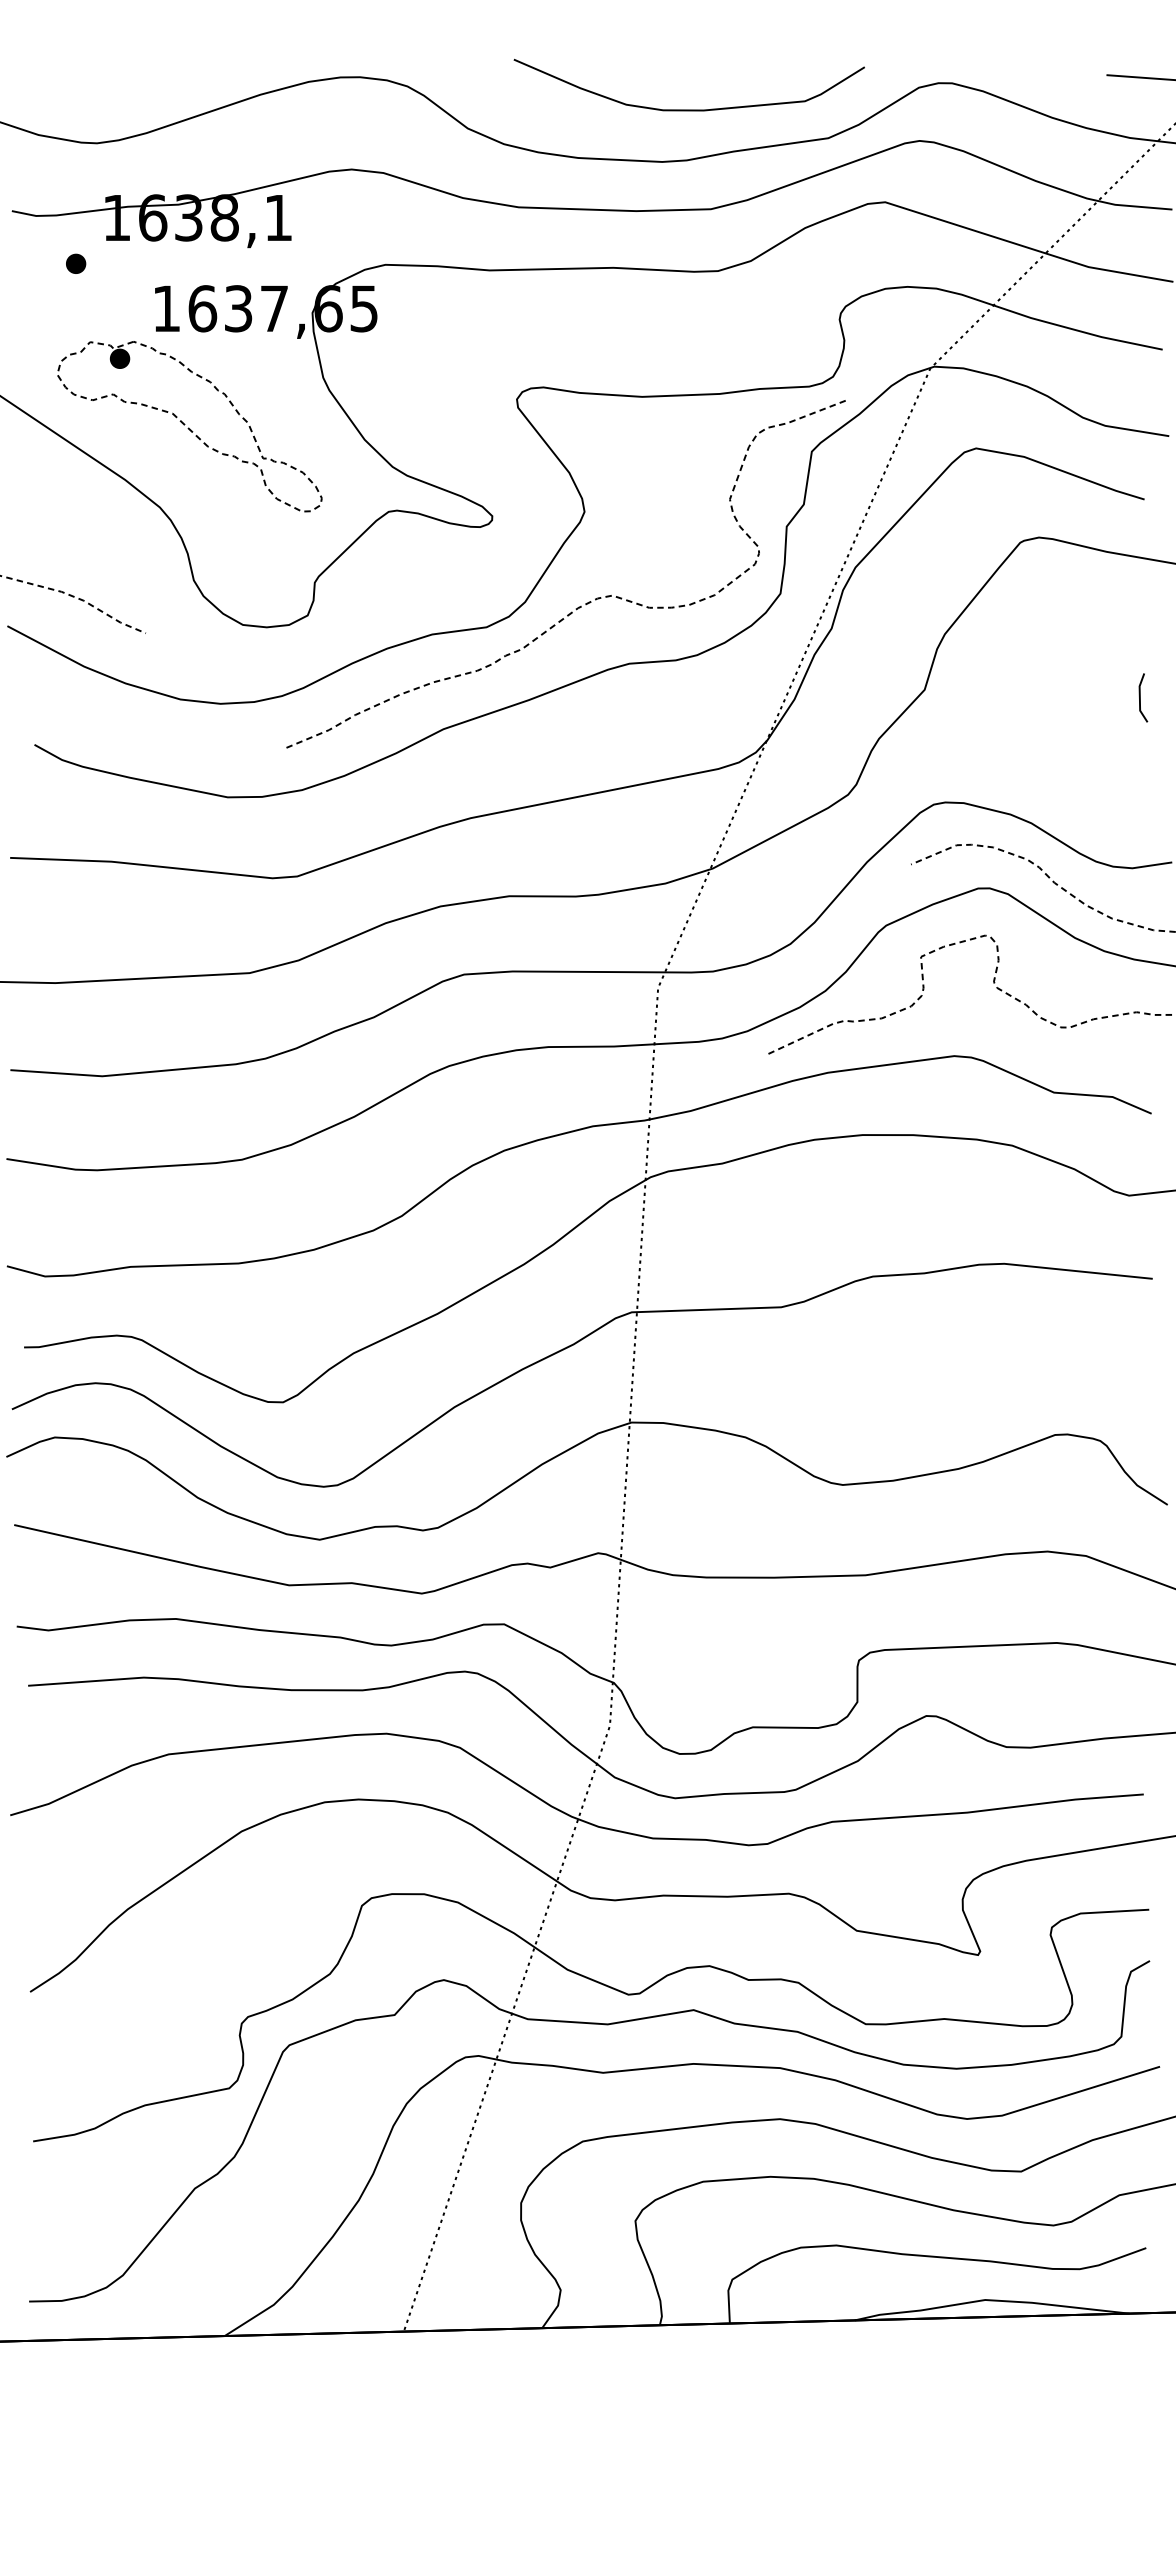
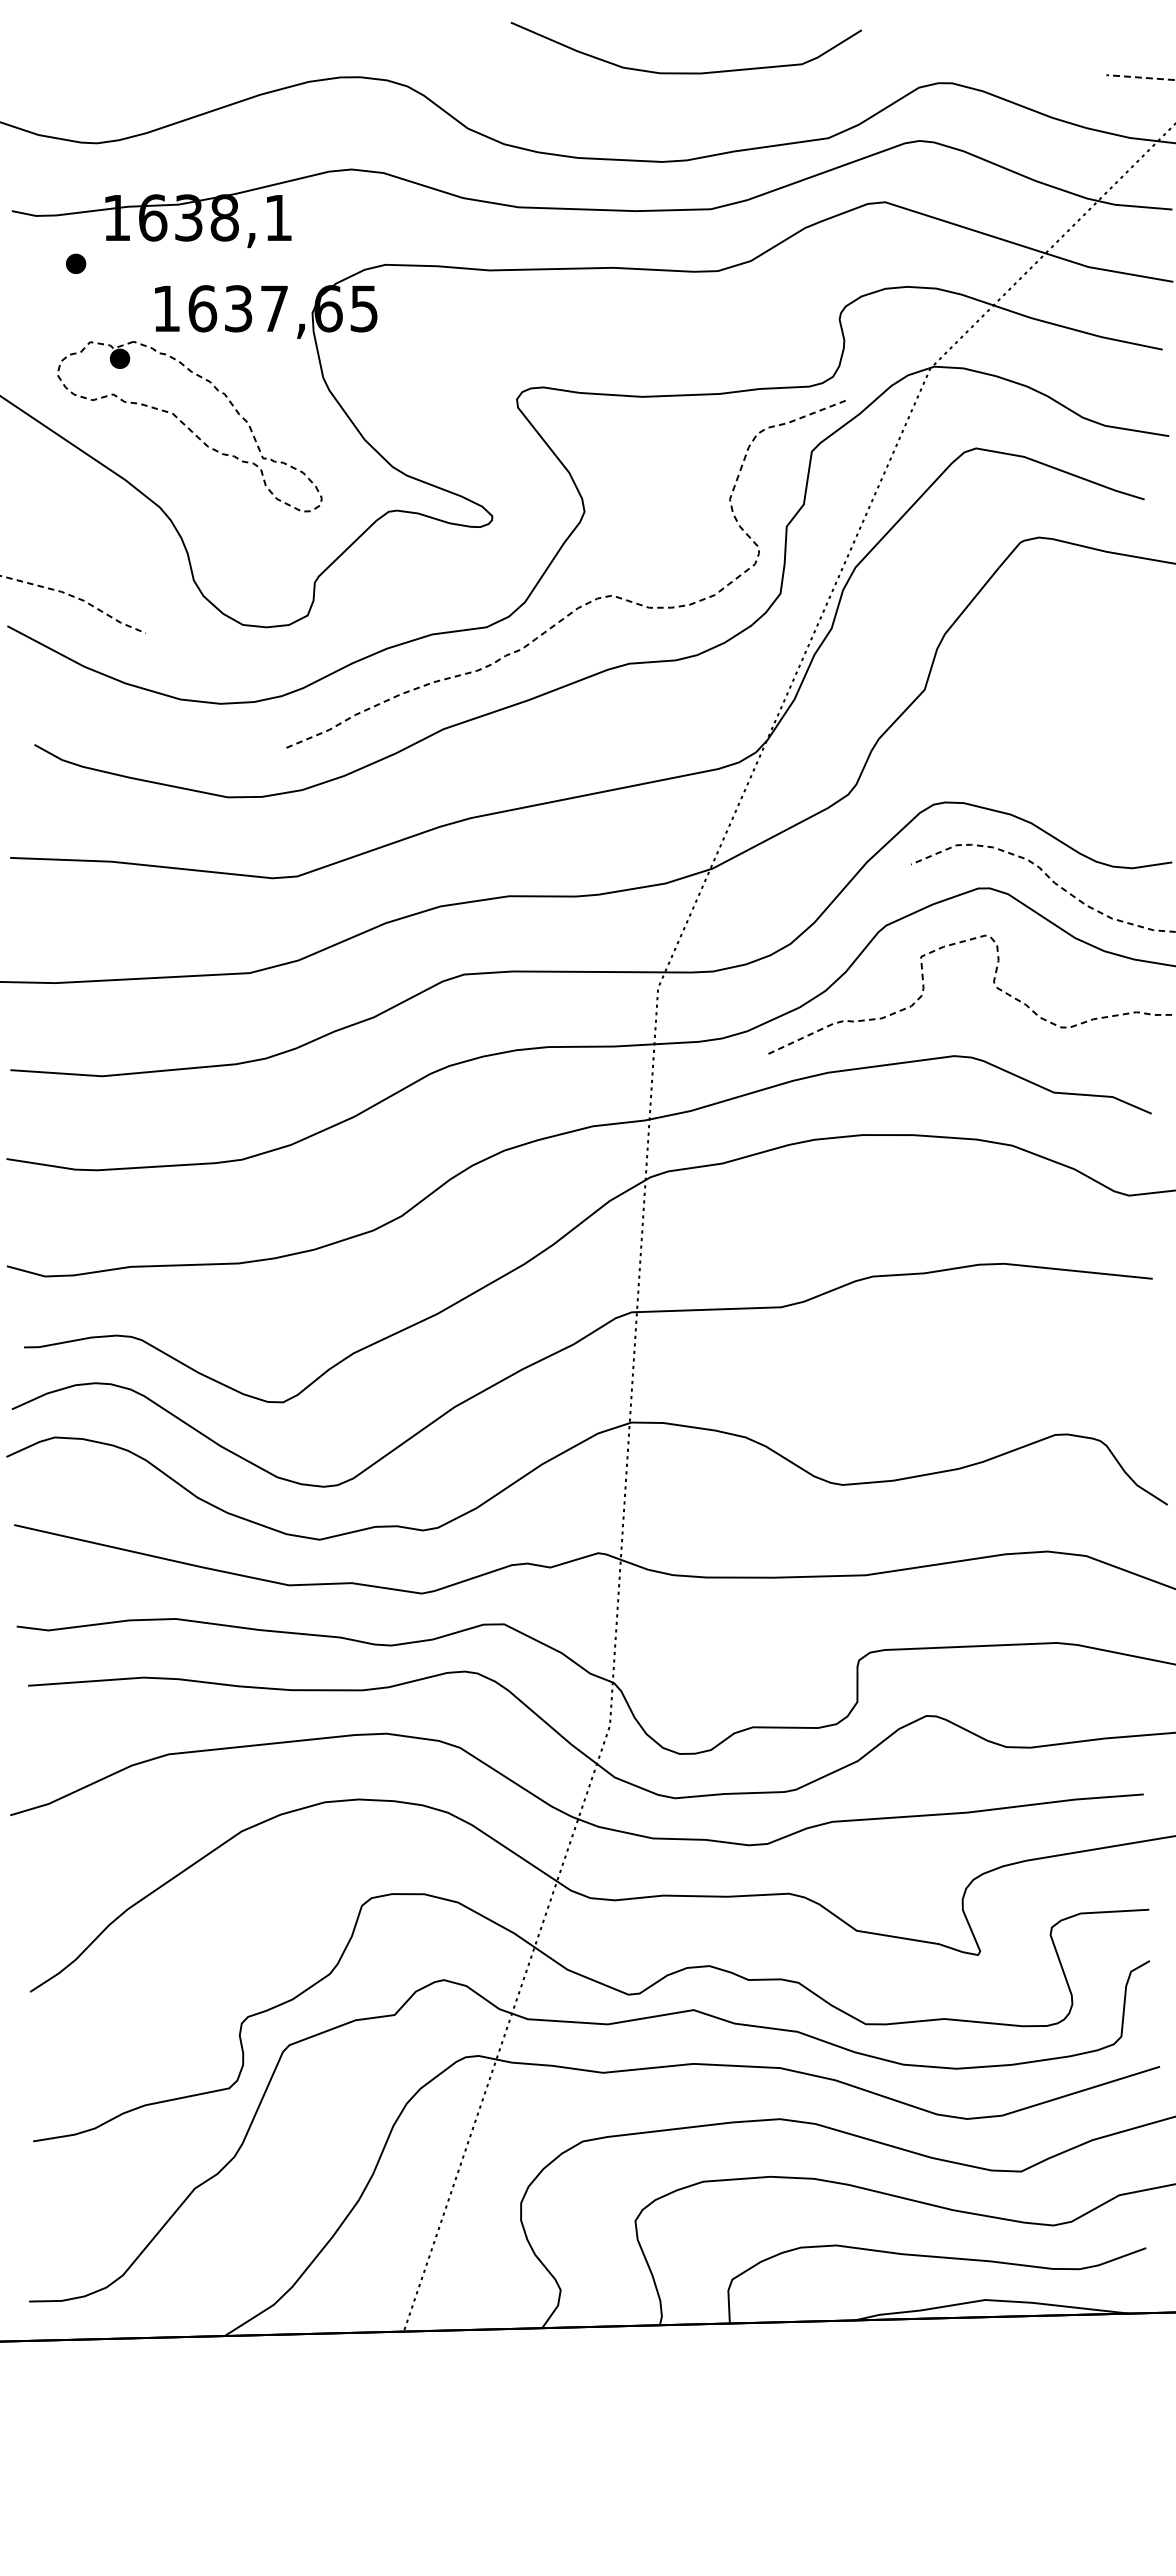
line at (1141, 77): solid -> dashed
curve at (688, 109) position: (688, 109) -> (685, 72)
line at (1140, 697): present -> none
